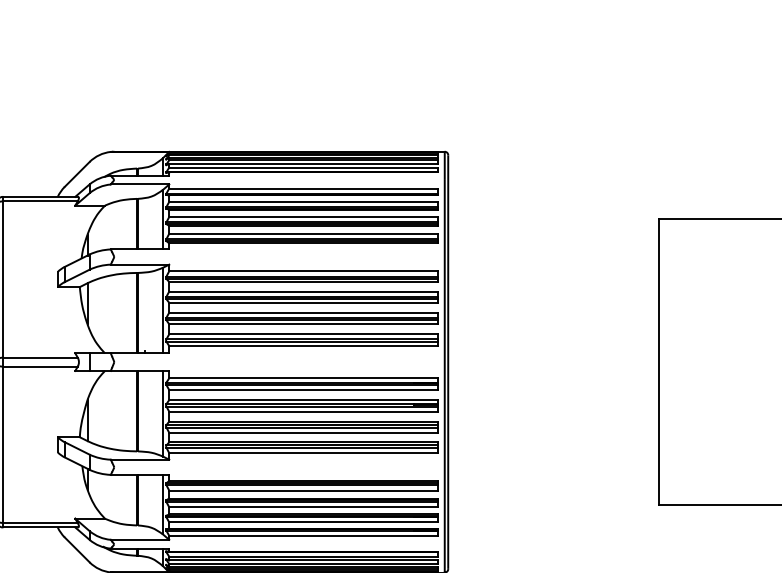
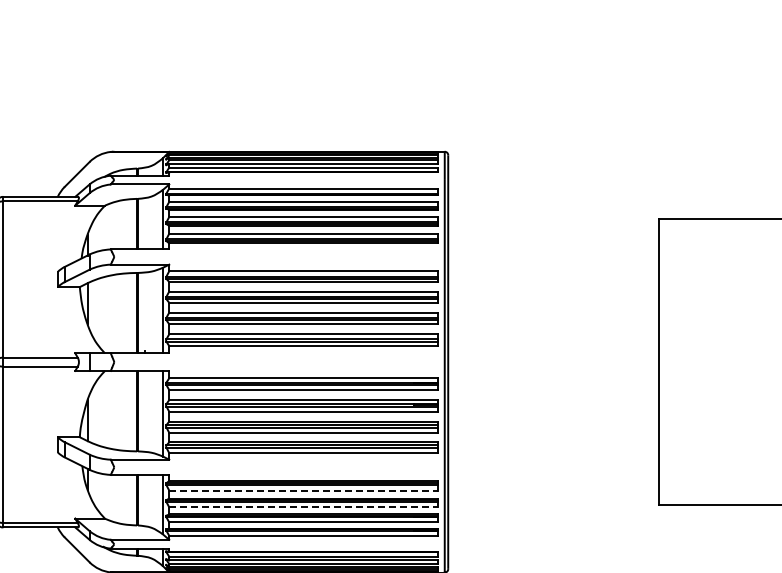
line at (303, 490): solid -> dashed
line at (303, 507): solid -> dashed
